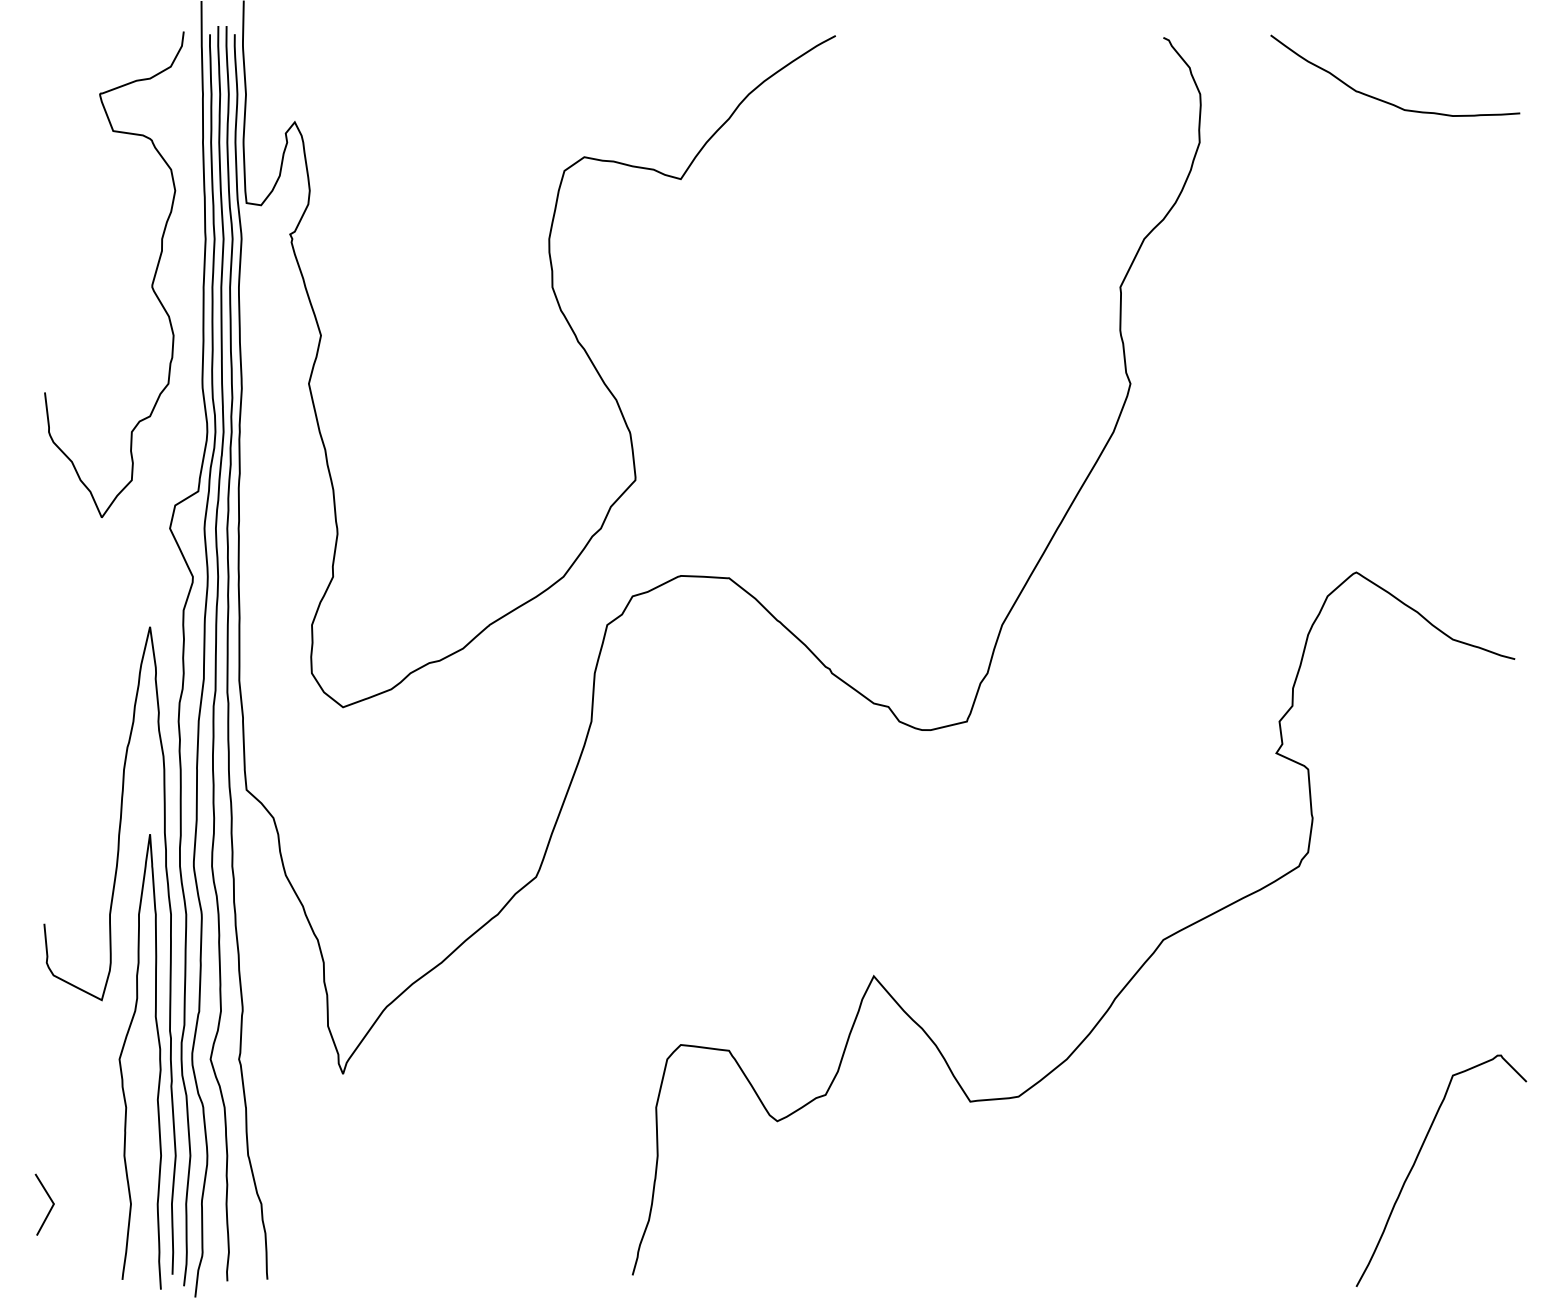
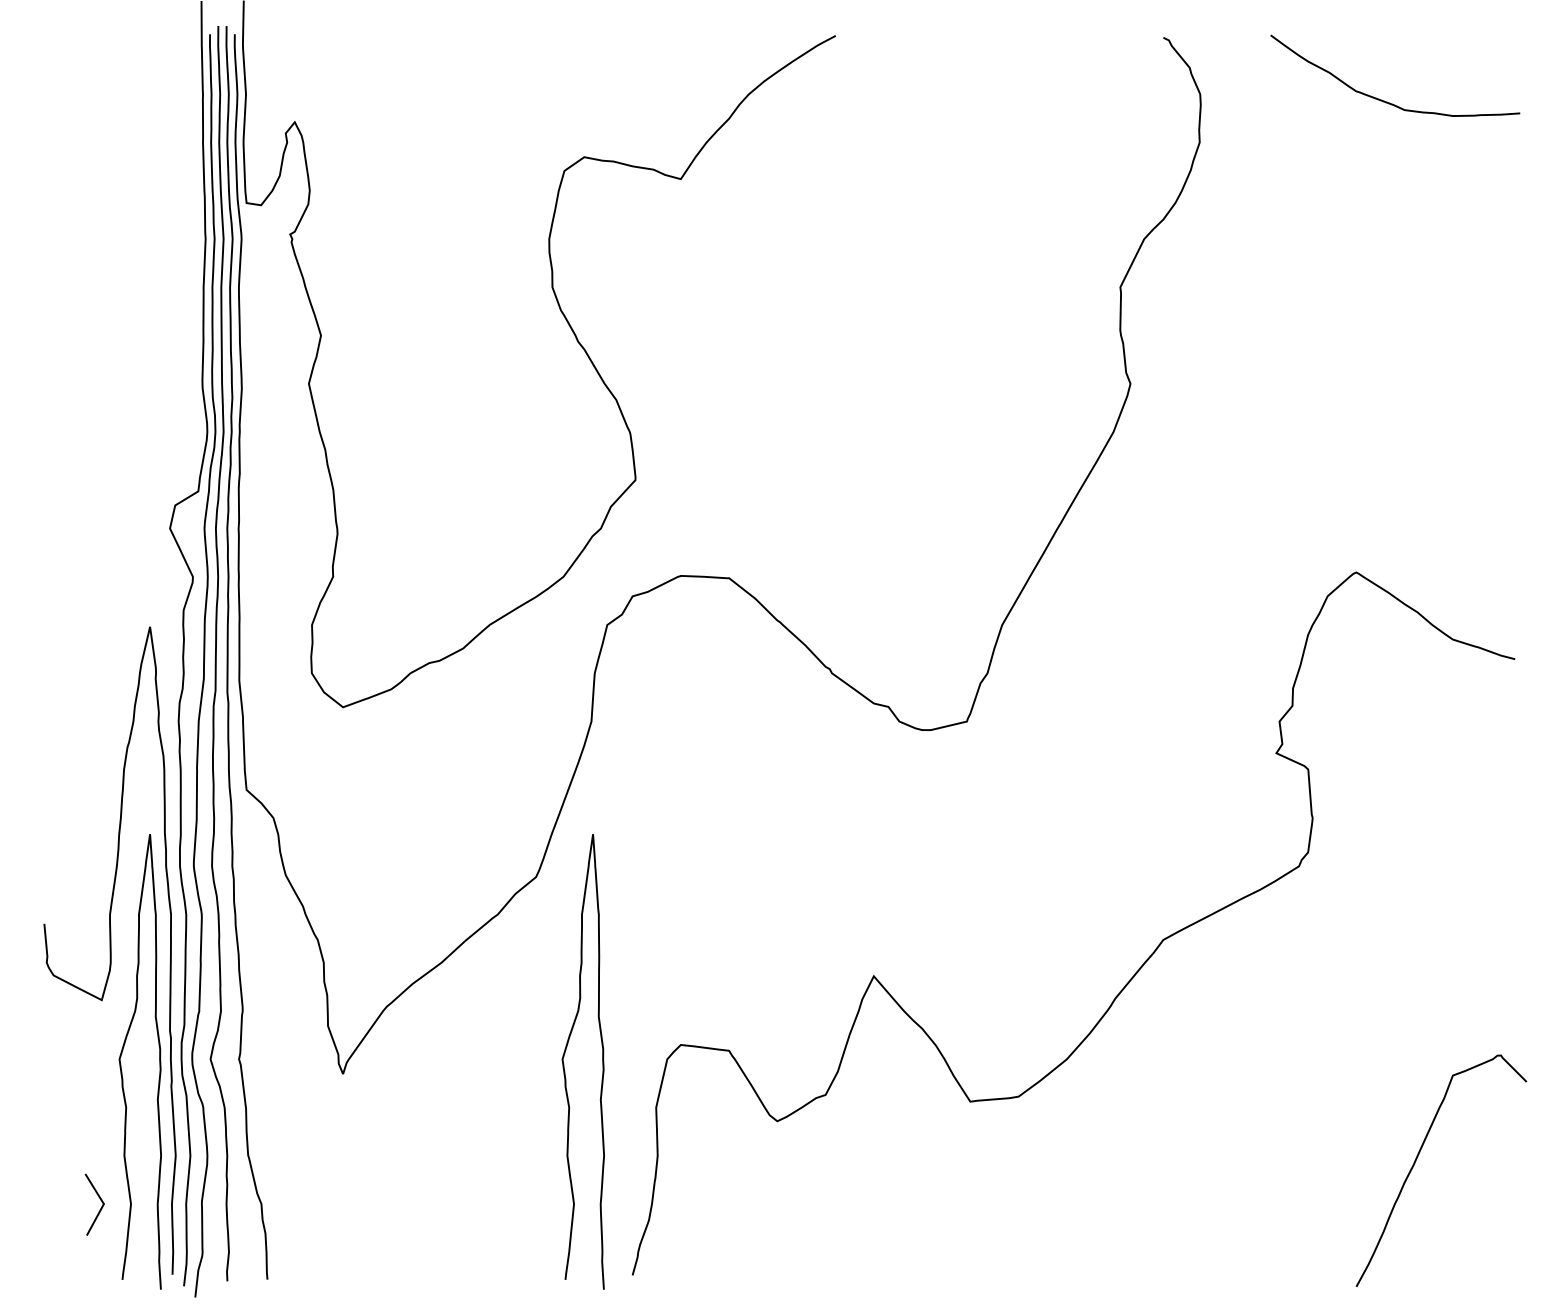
curve at (151, 283): present -> none
curve at (564, 1064): none -> present
curve at (49, 1209) position: (49, 1209) -> (99, 1209)
